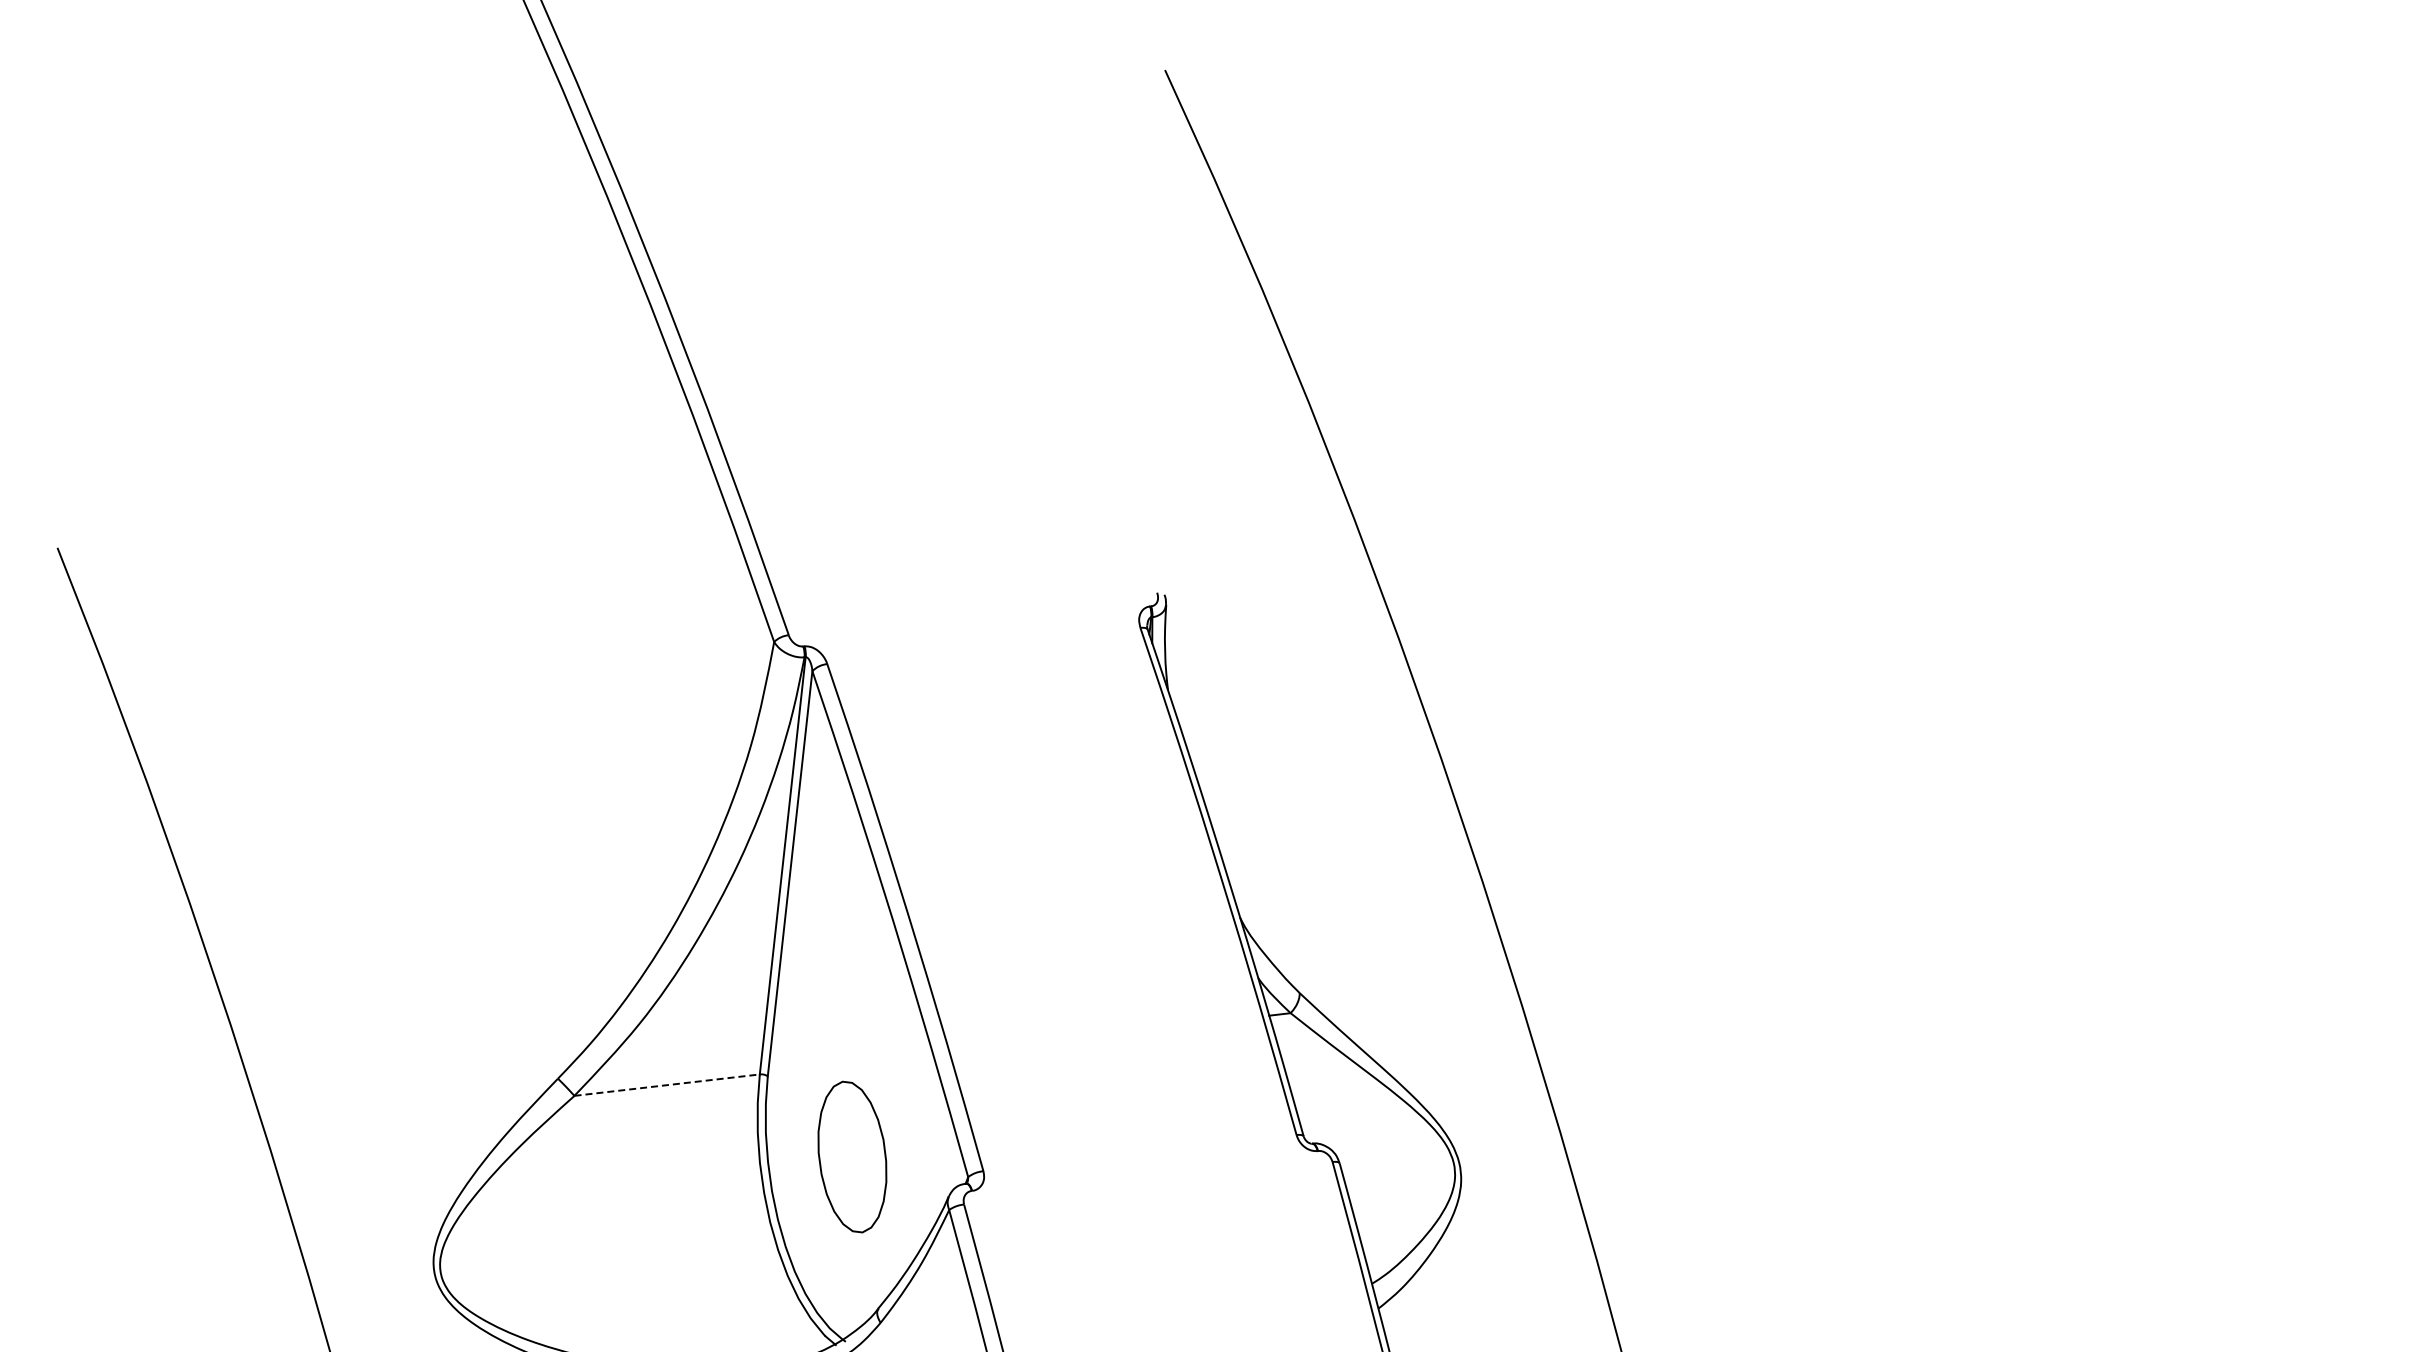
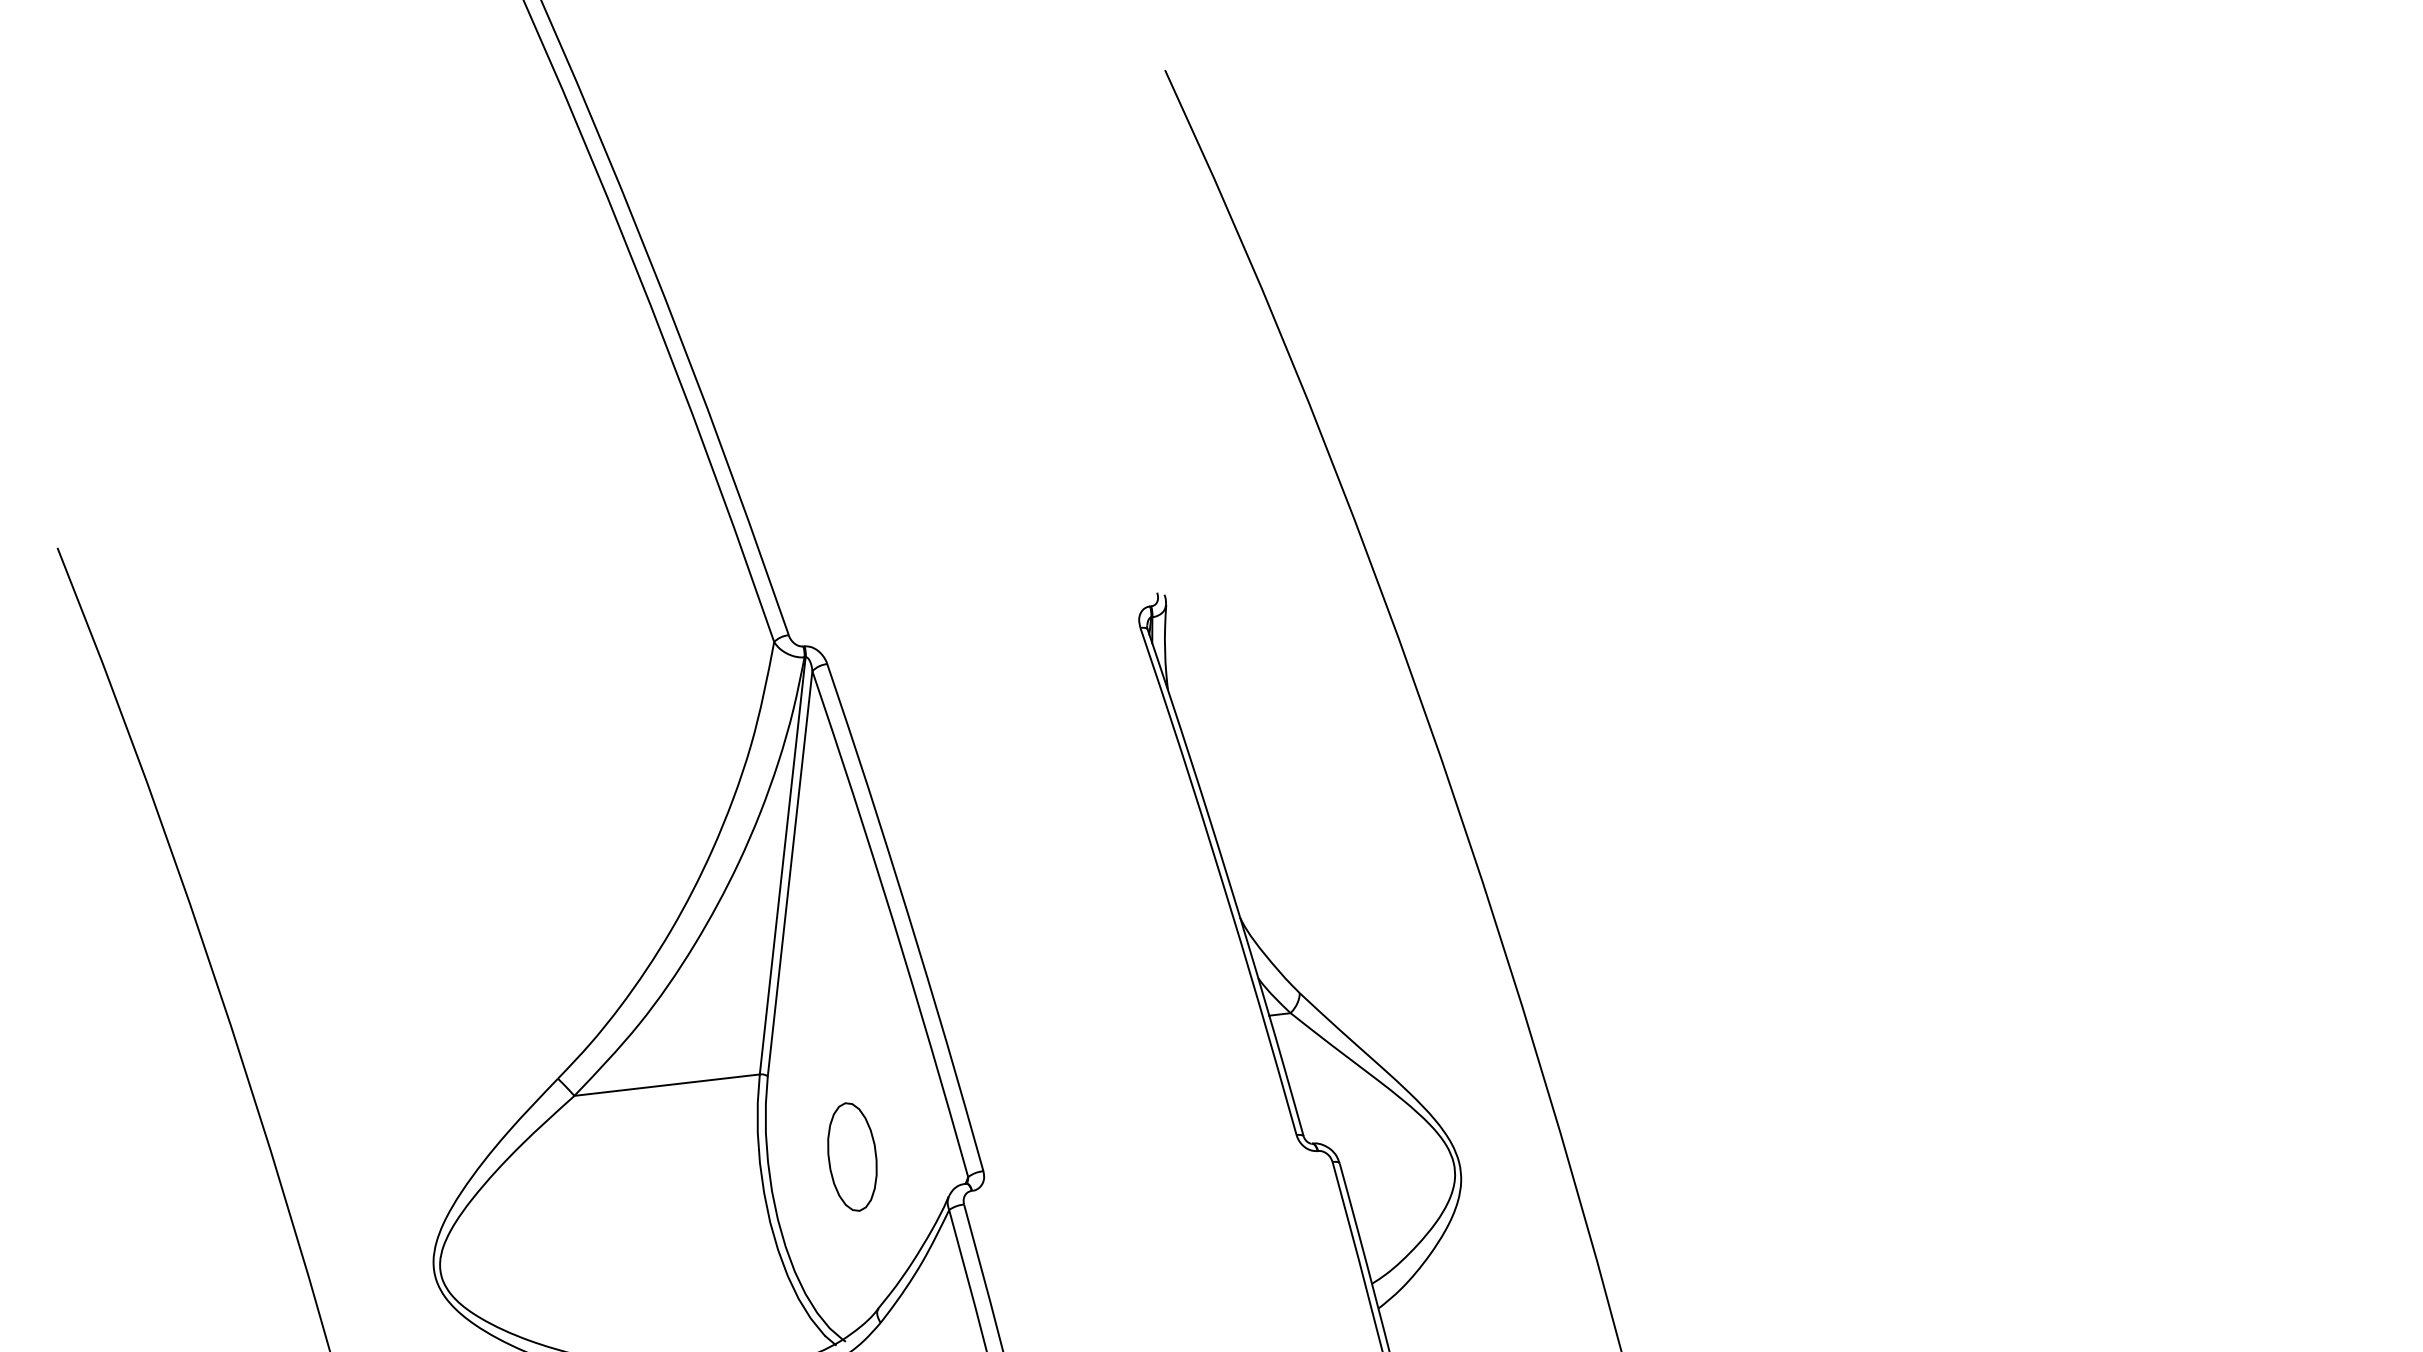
line at (667, 1085): dashed -> solid
part at (852, 1156) size: 71x154 px -> 51x110 px
